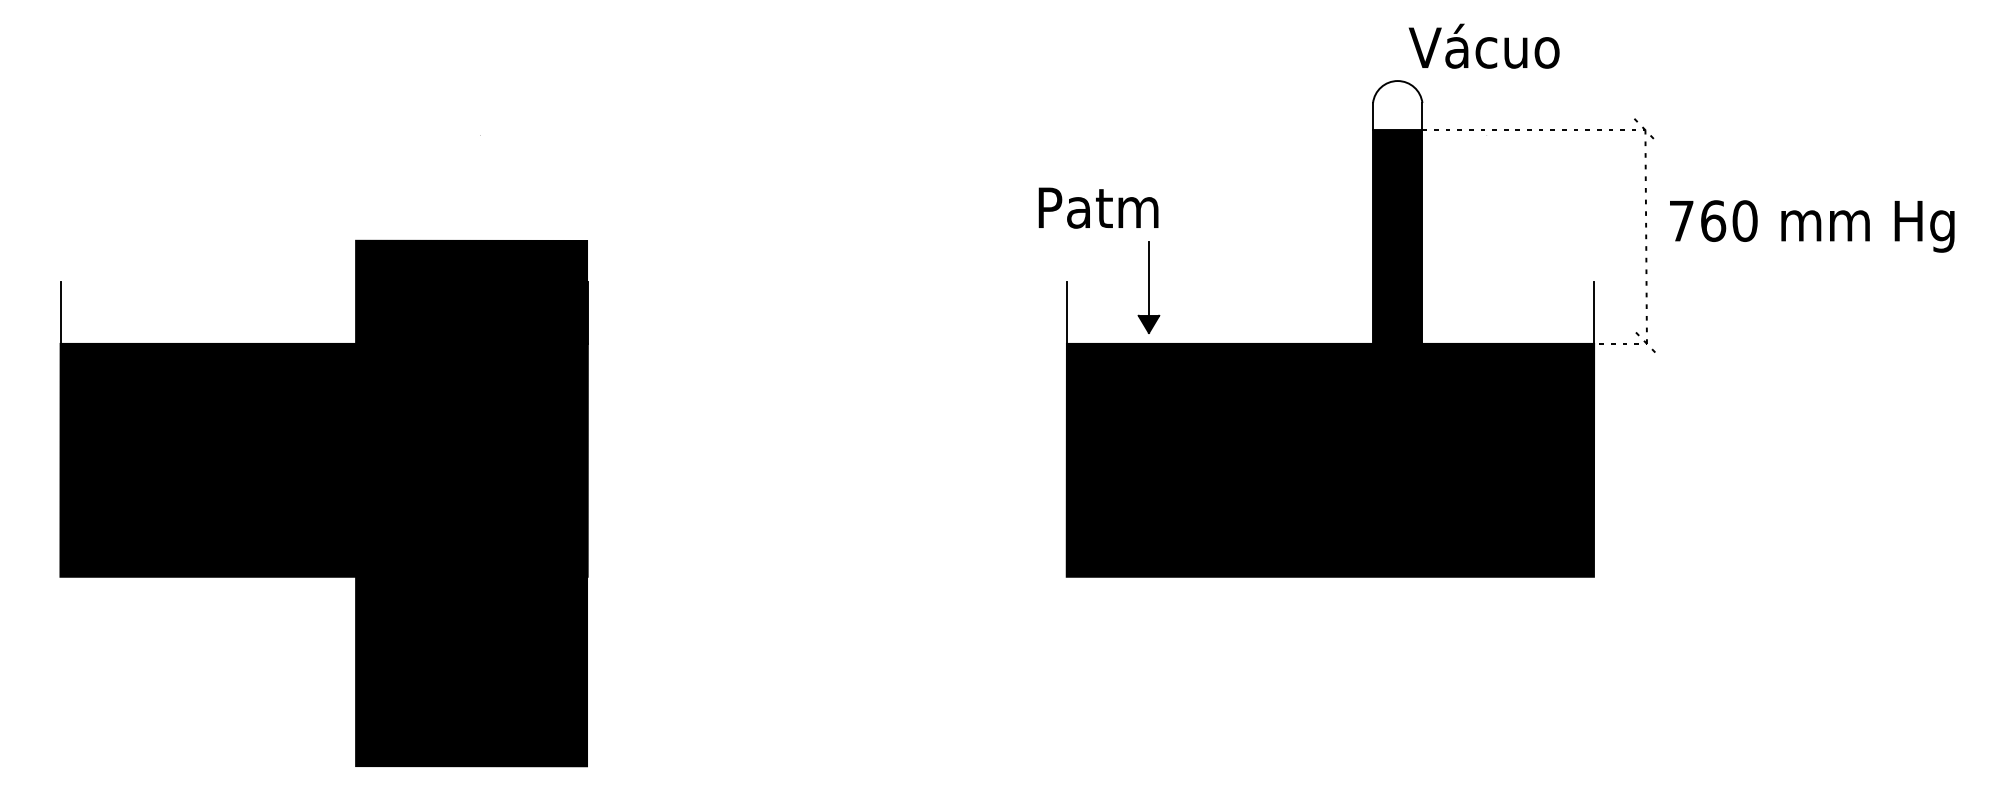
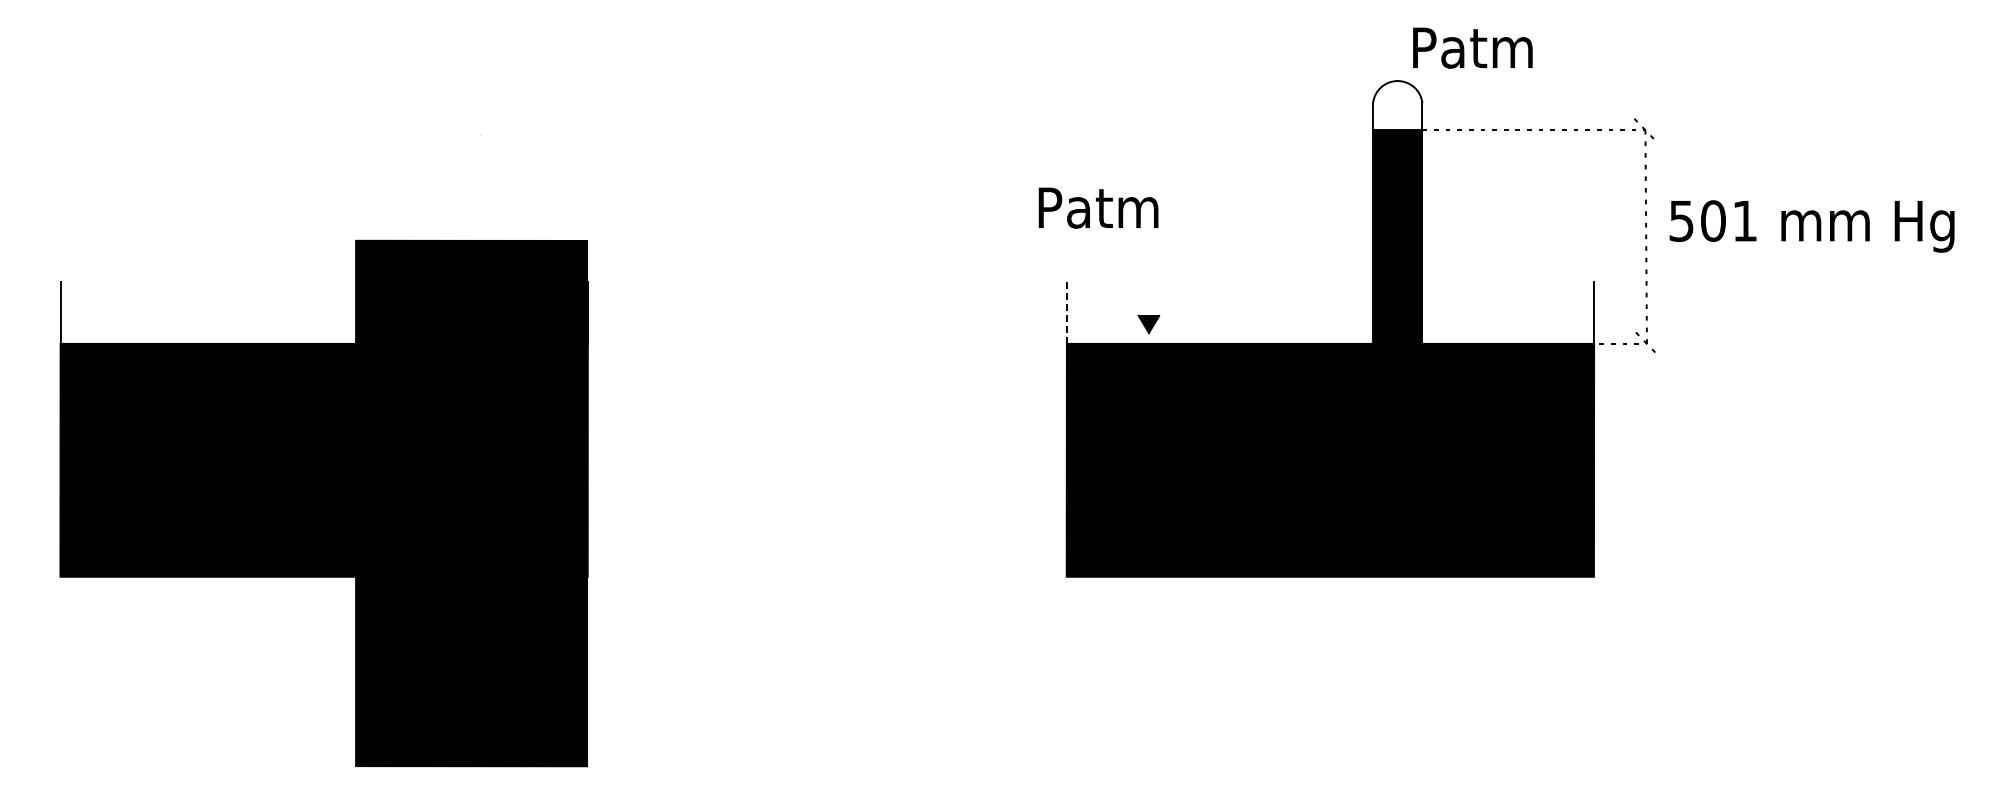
text at (1483, 45): Vácuo -> Patm
text at (1713, 220): 760 -> 501
line at (1148, 278): present -> none
line at (1066, 313): solid -> dashed
